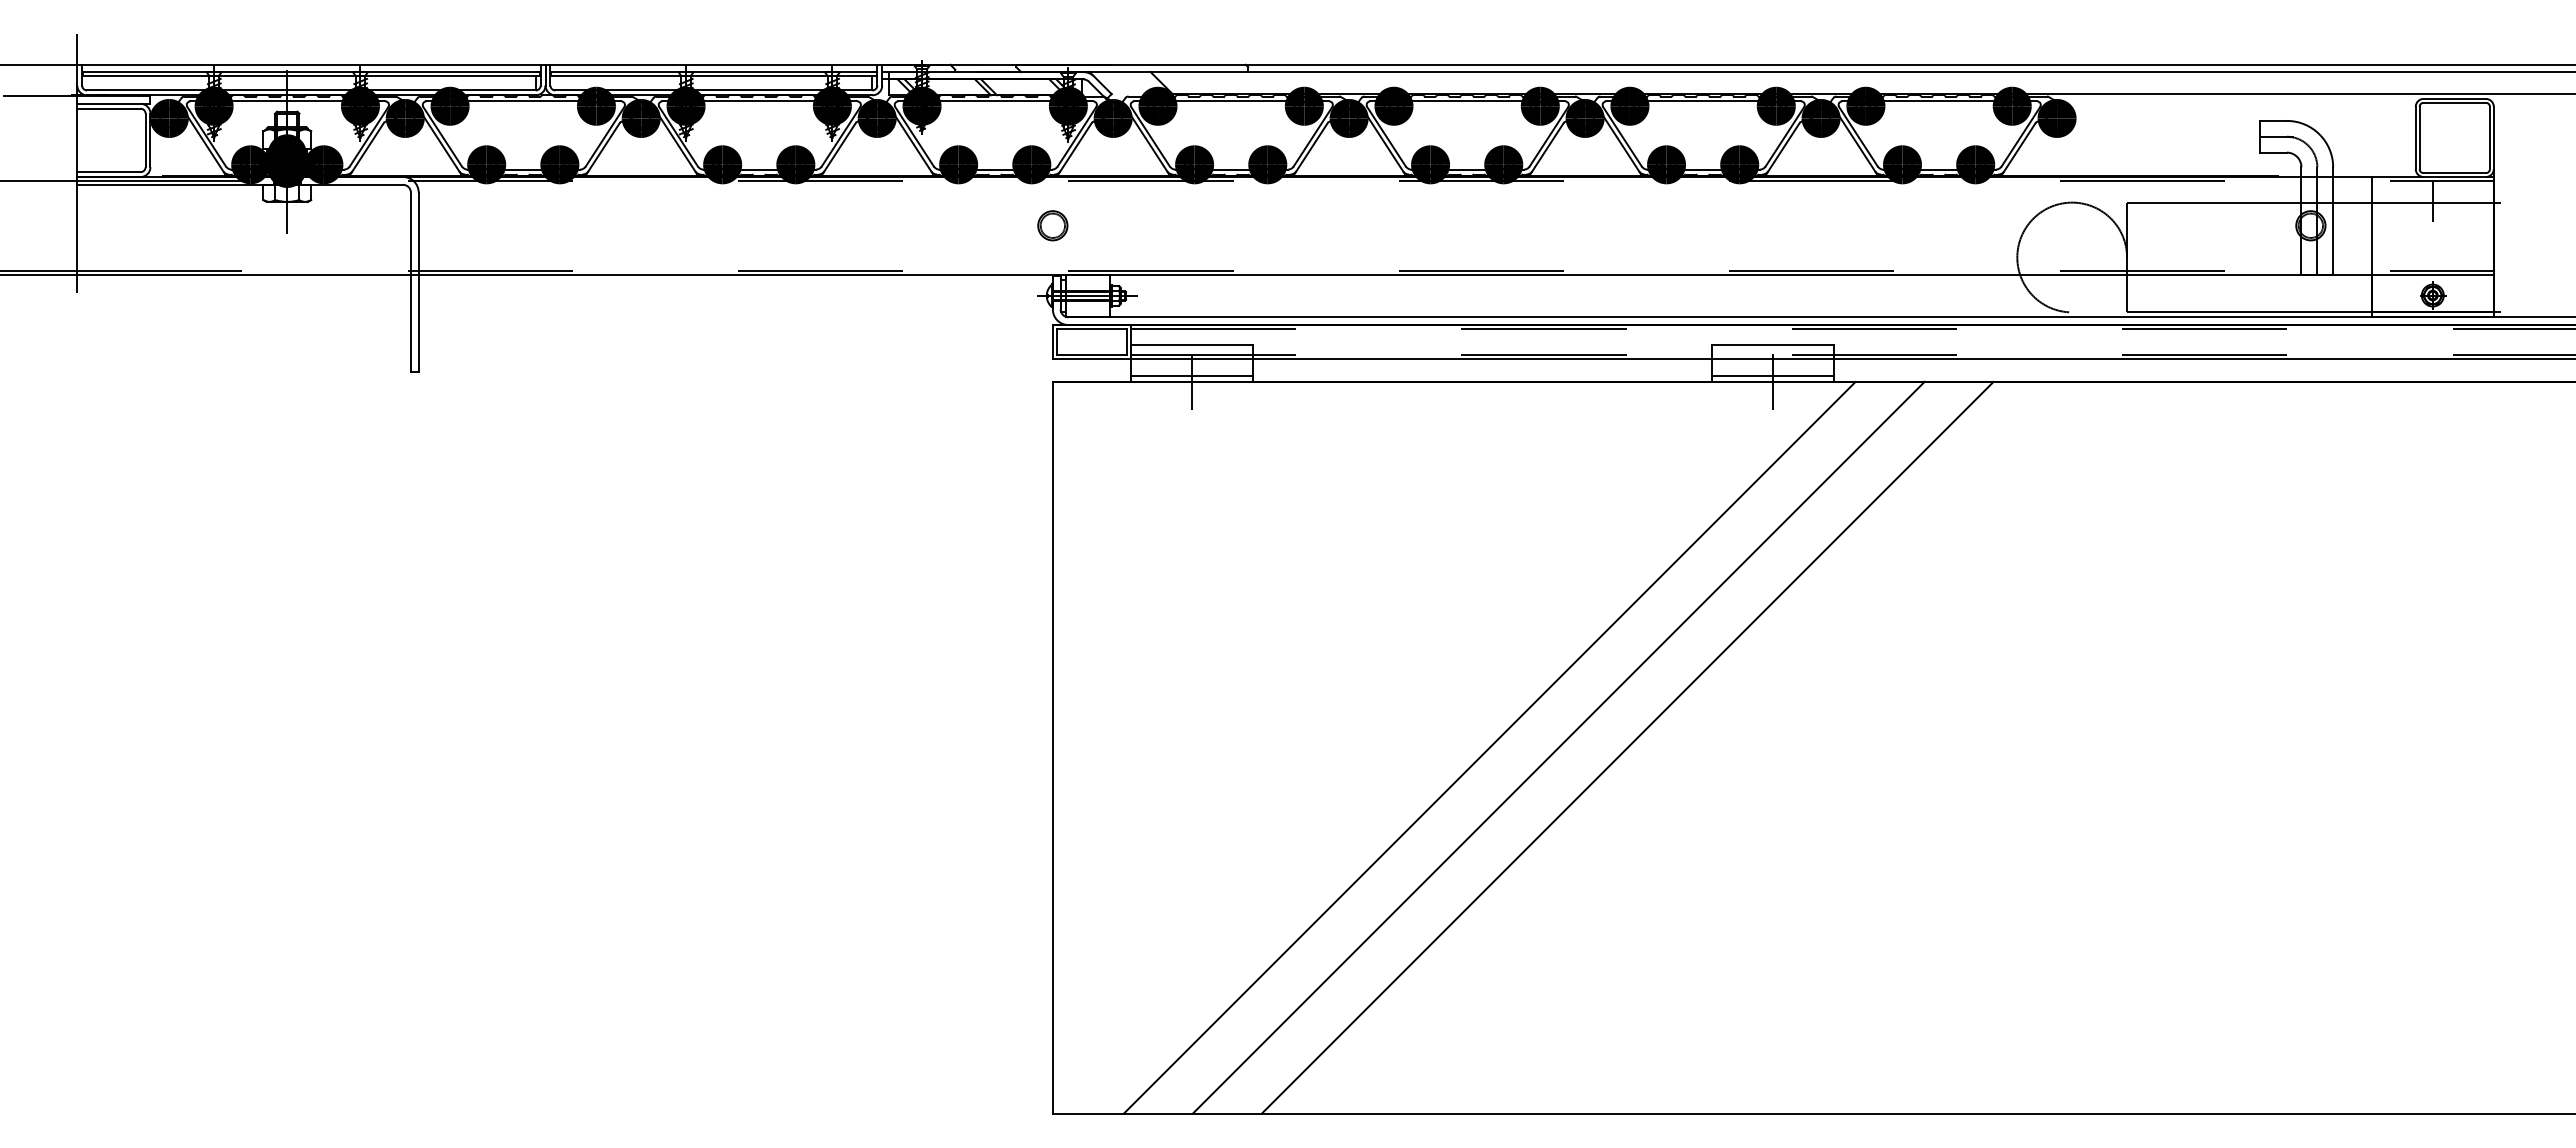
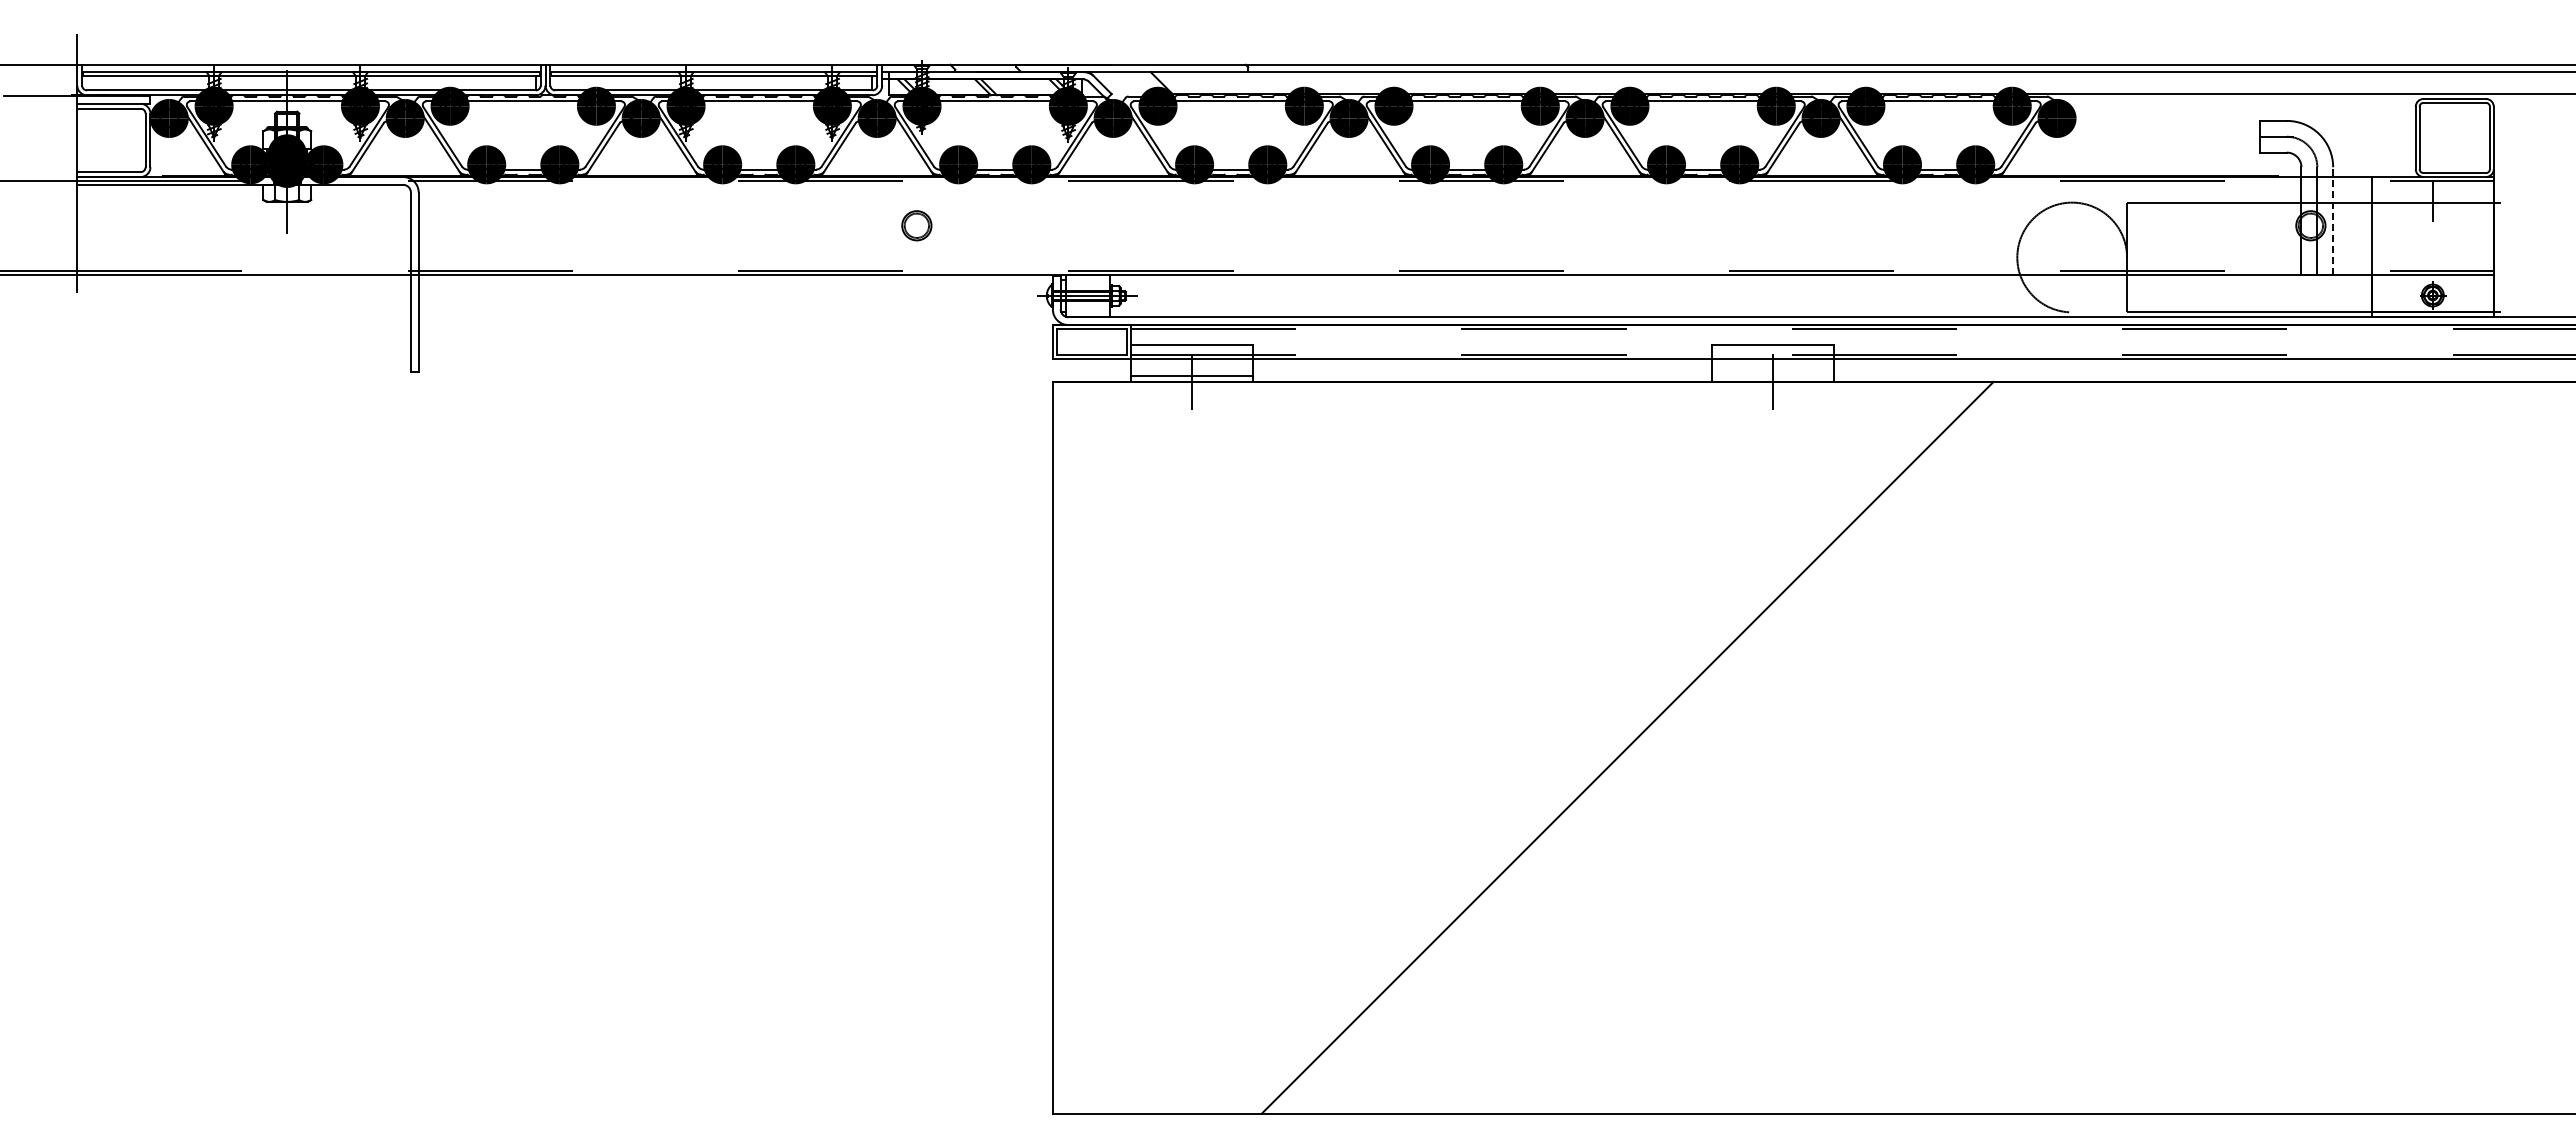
line at (2333, 220): solid -> dashed
part at (1052, 225) position: (1052, 225) -> (916, 225)
line at (1773, 376): present -> none
line at (1489, 747): present -> none
line at (1558, 747): present -> none
